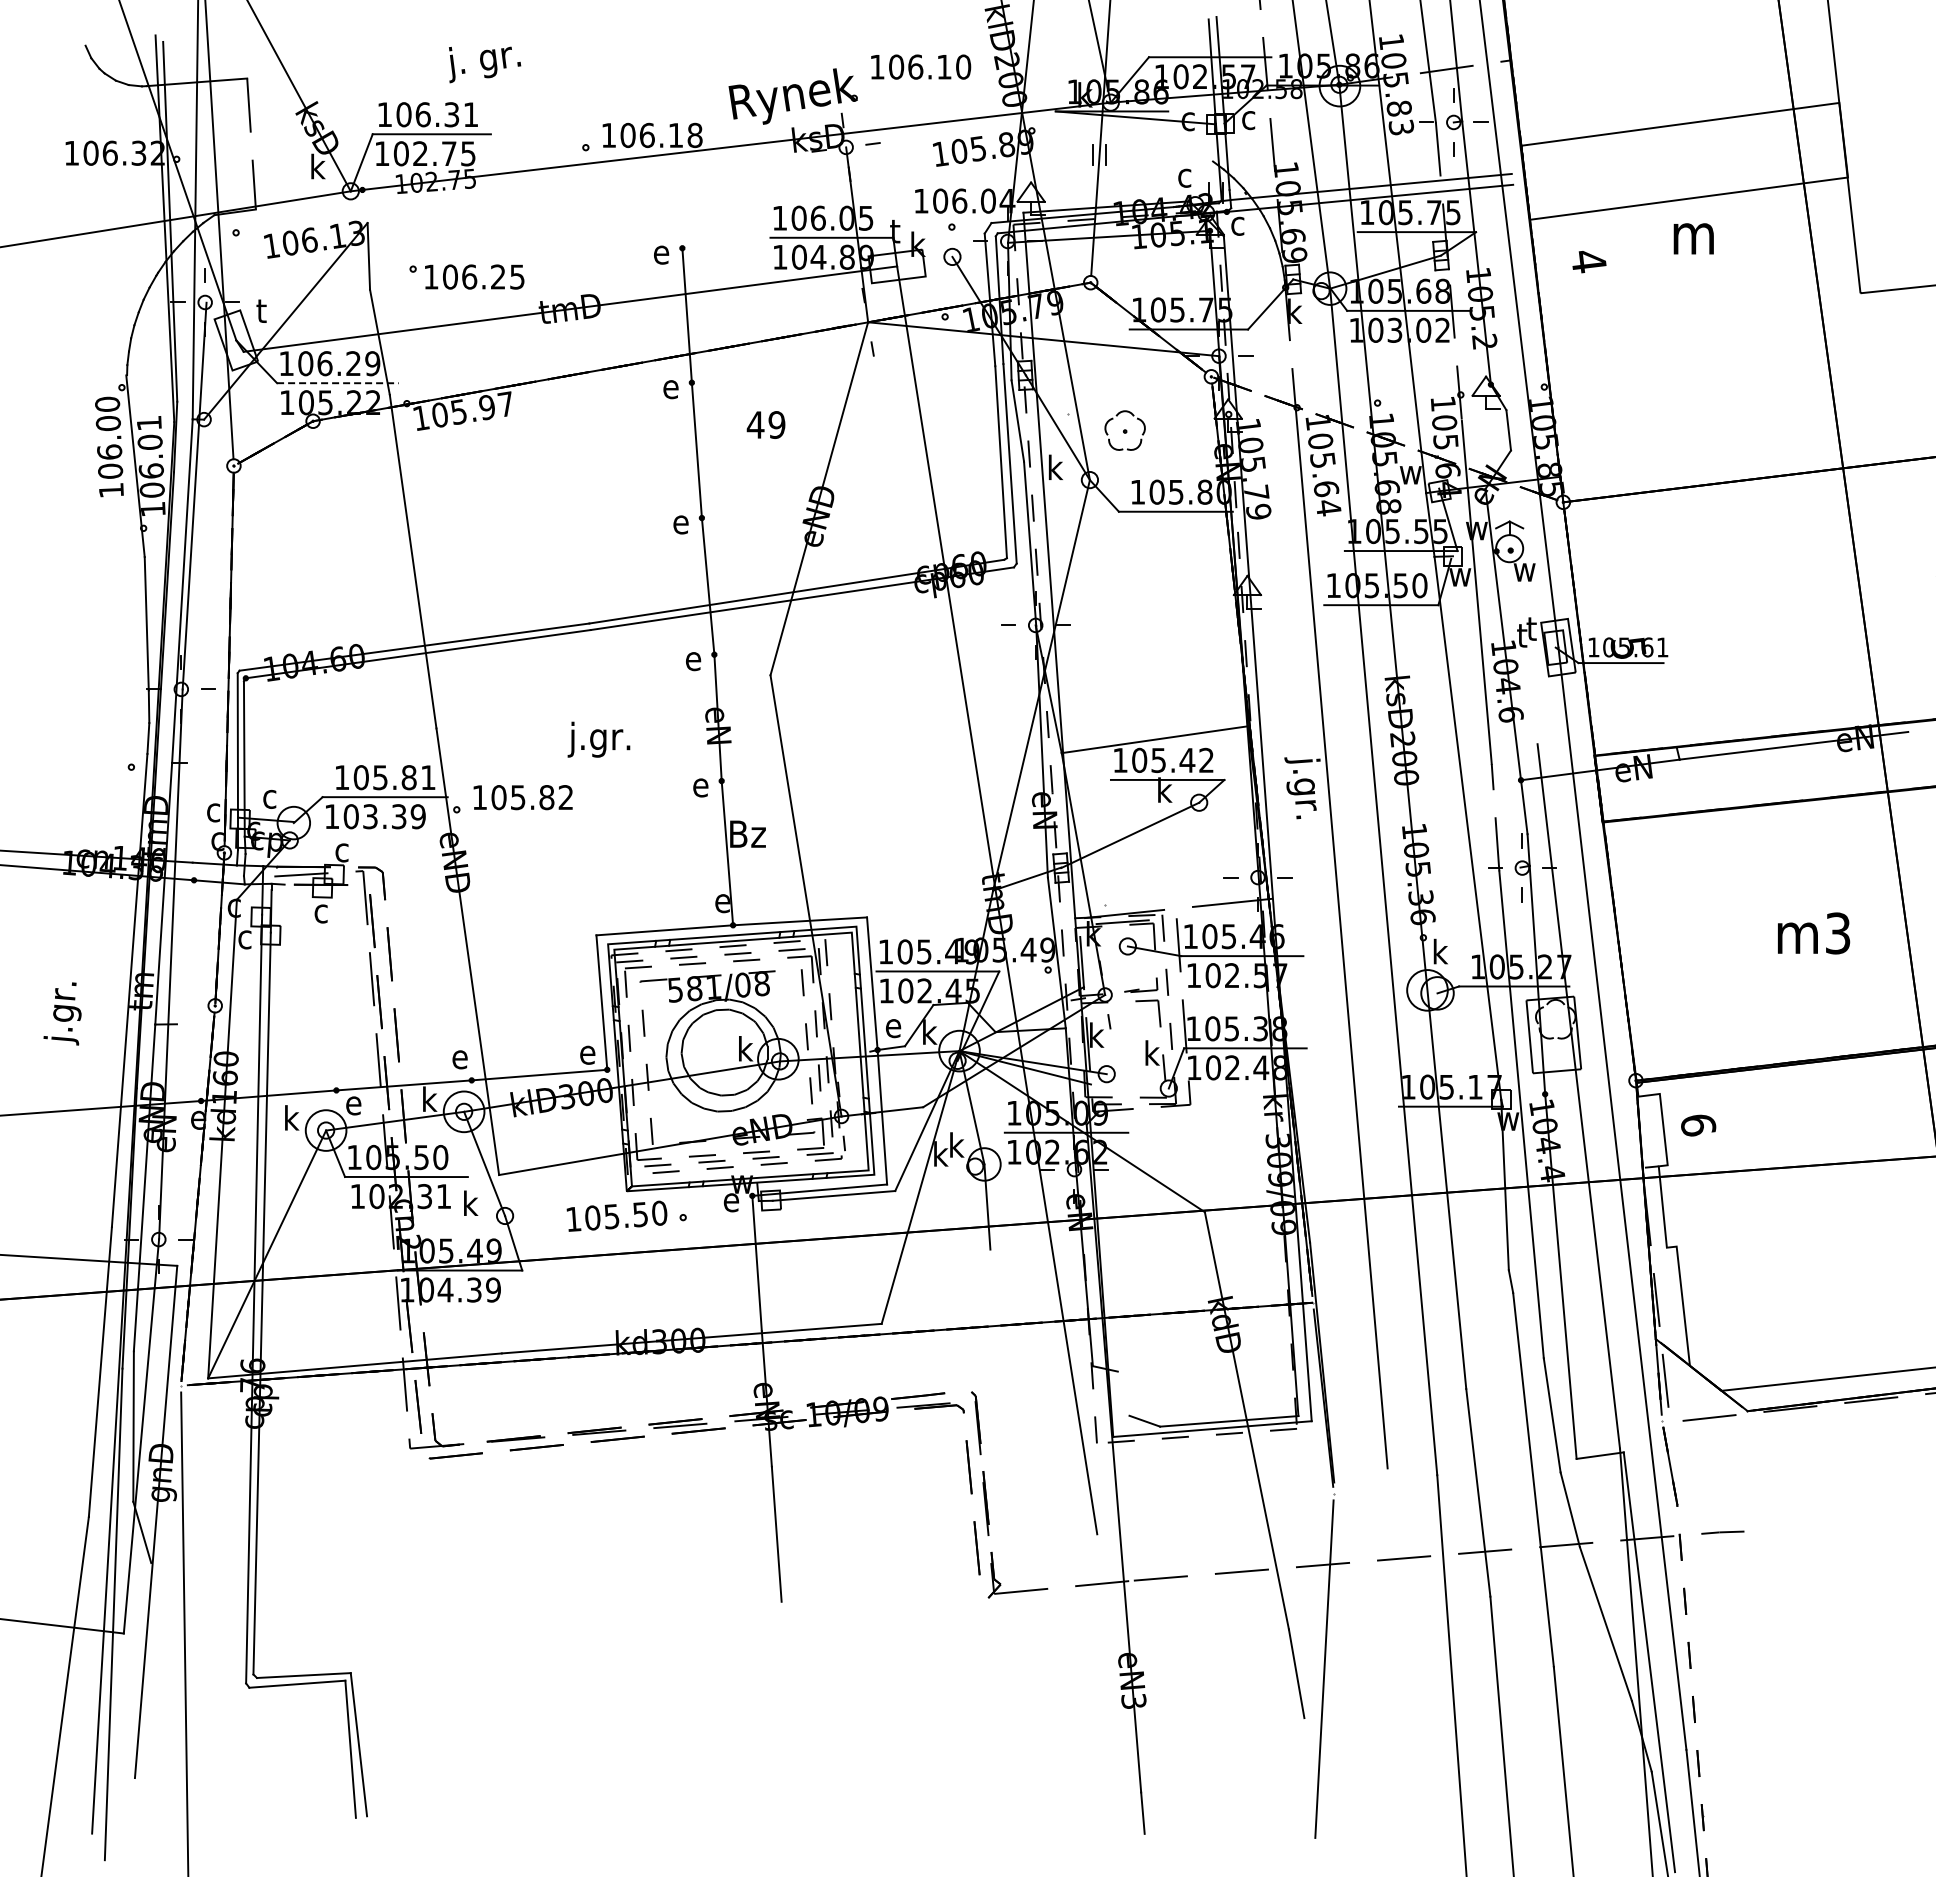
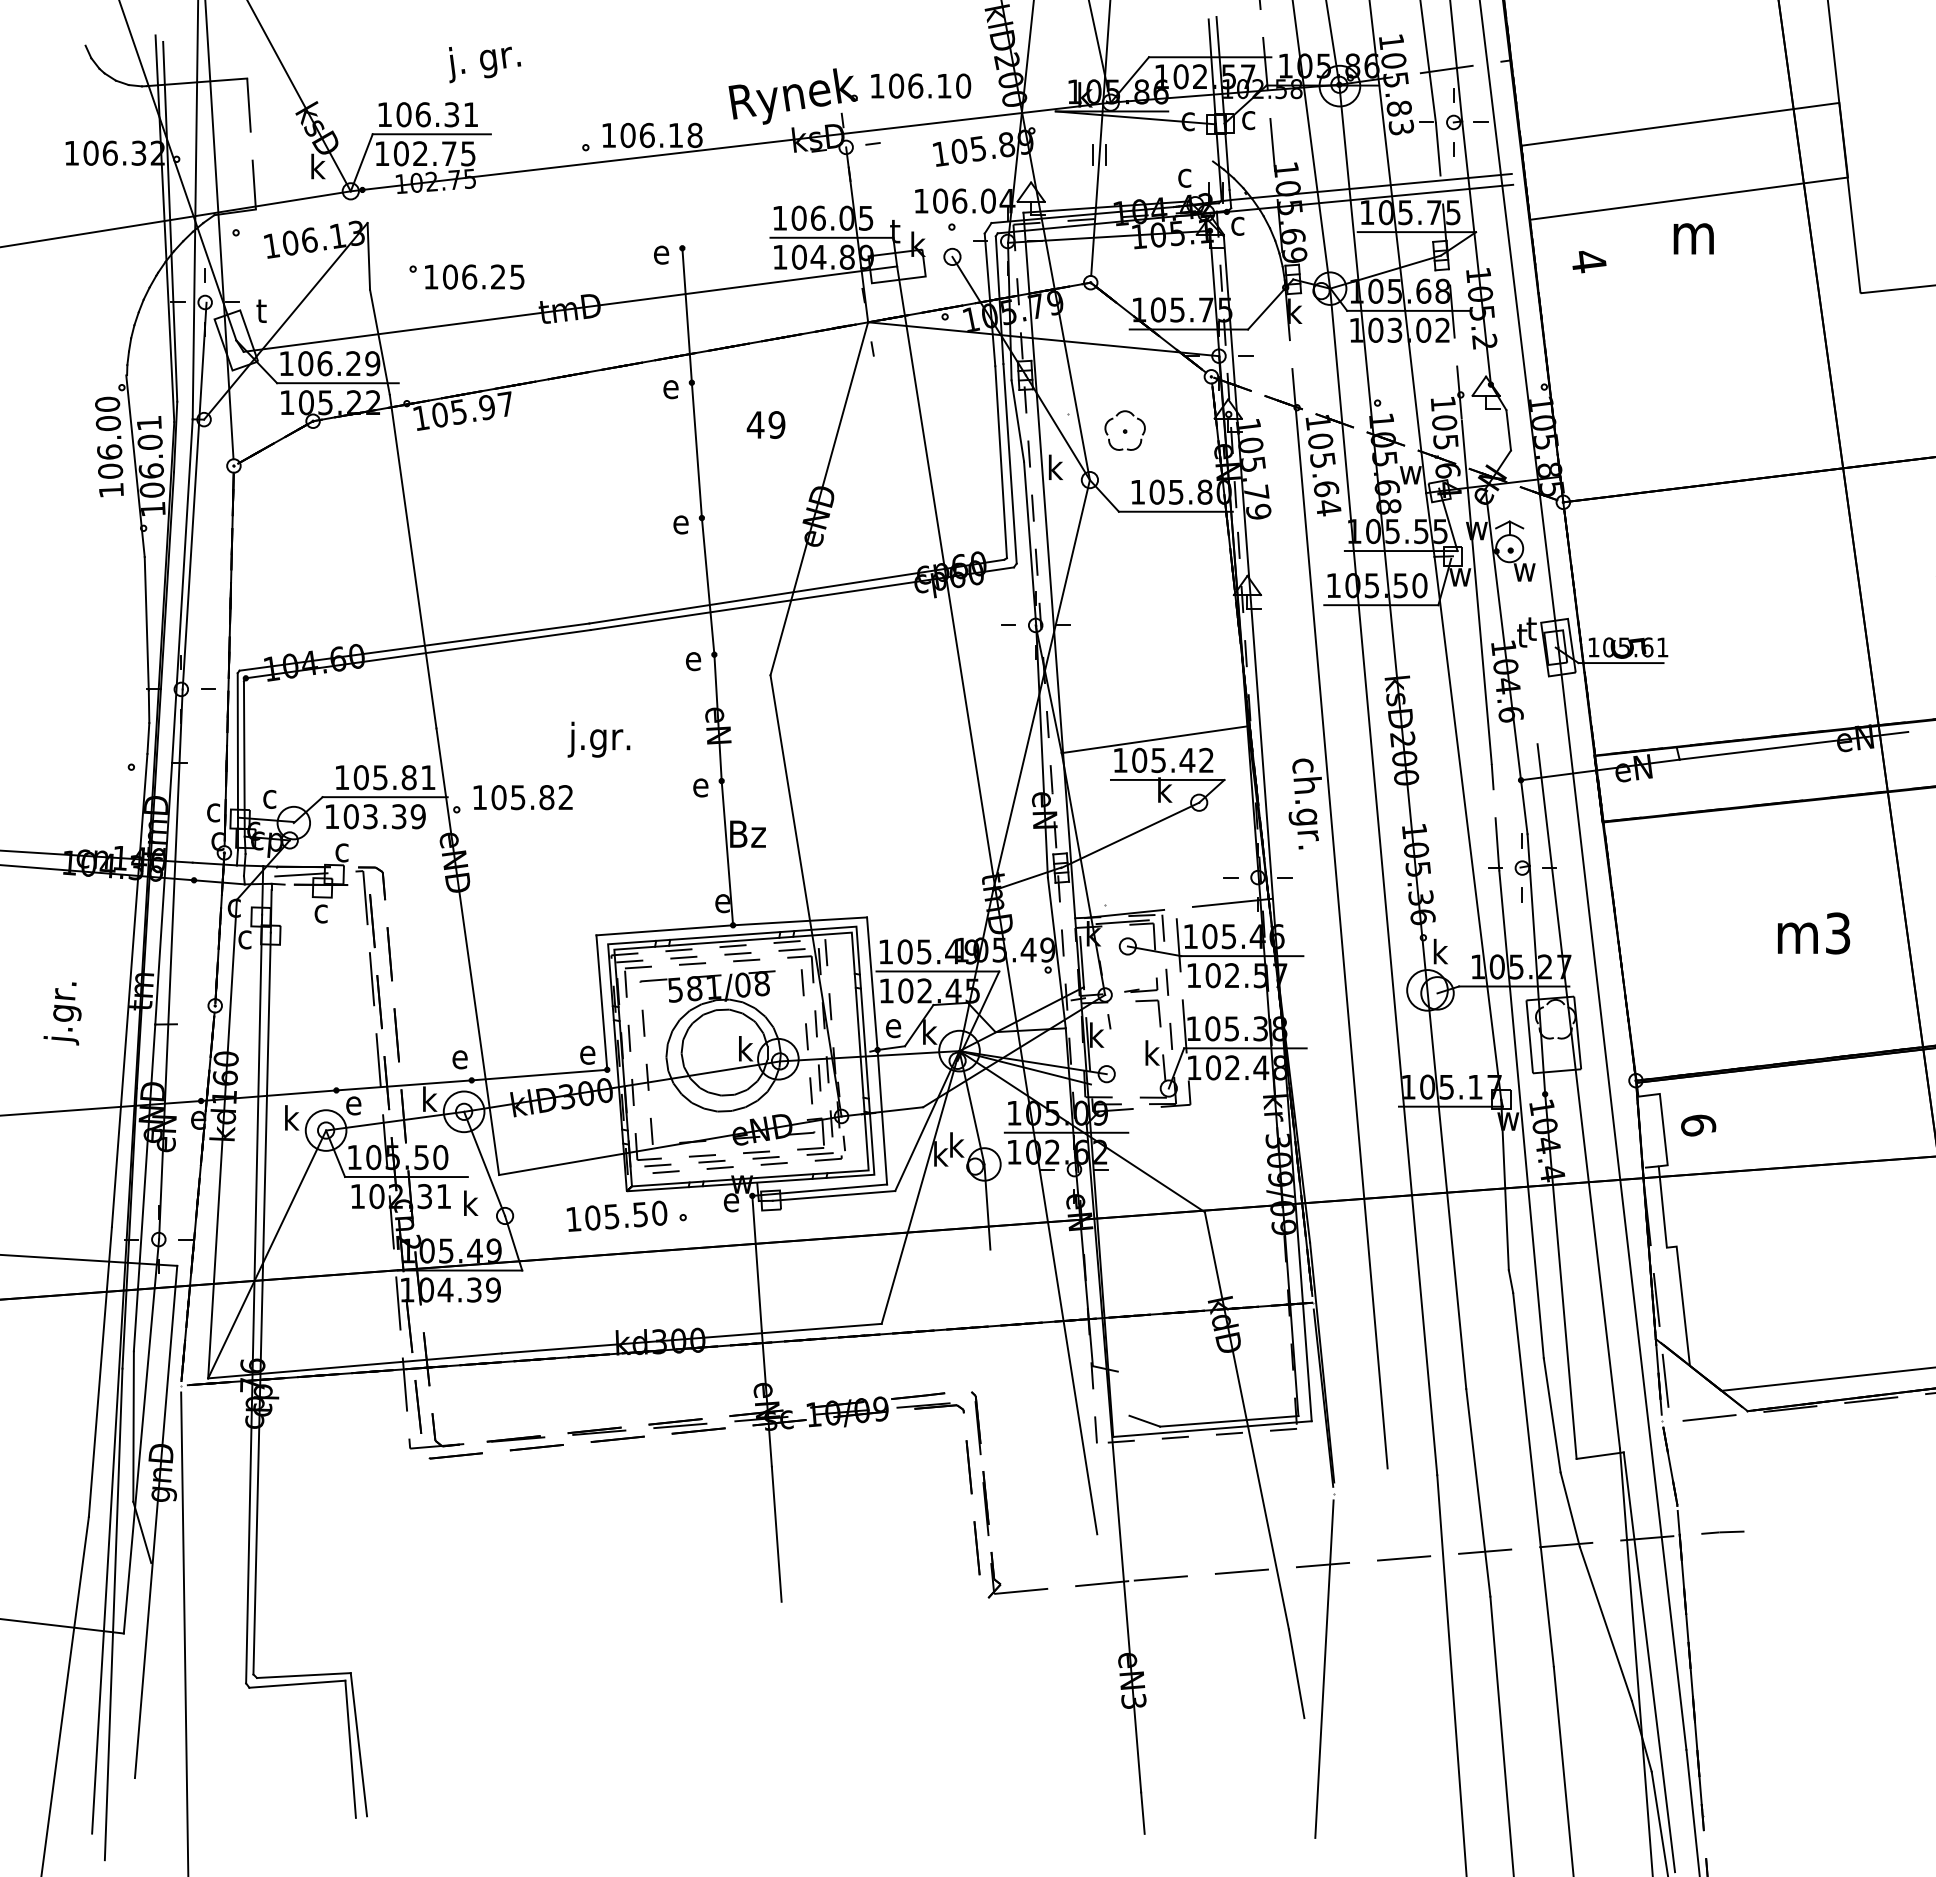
text at (921, 66) position: (921, 66) -> (921, 85)
line at (337, 383): dashed -> solid
text at (1302, 803): j.gr. -> ch.gr.
line at (1689, 1659): none -> present
